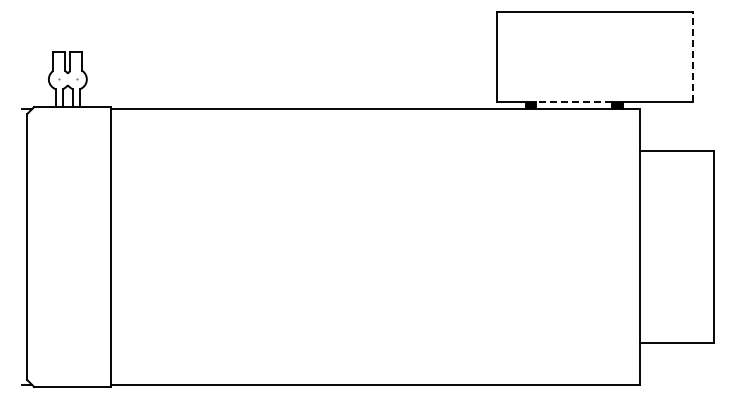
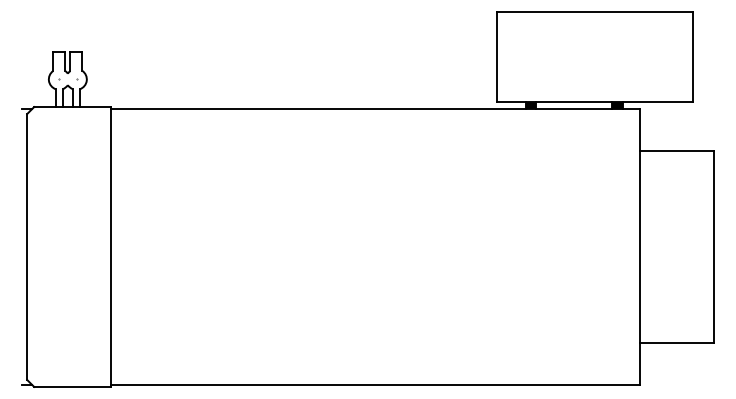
line at (693, 56): dashed -> solid
line at (573, 101): dashed -> solid
